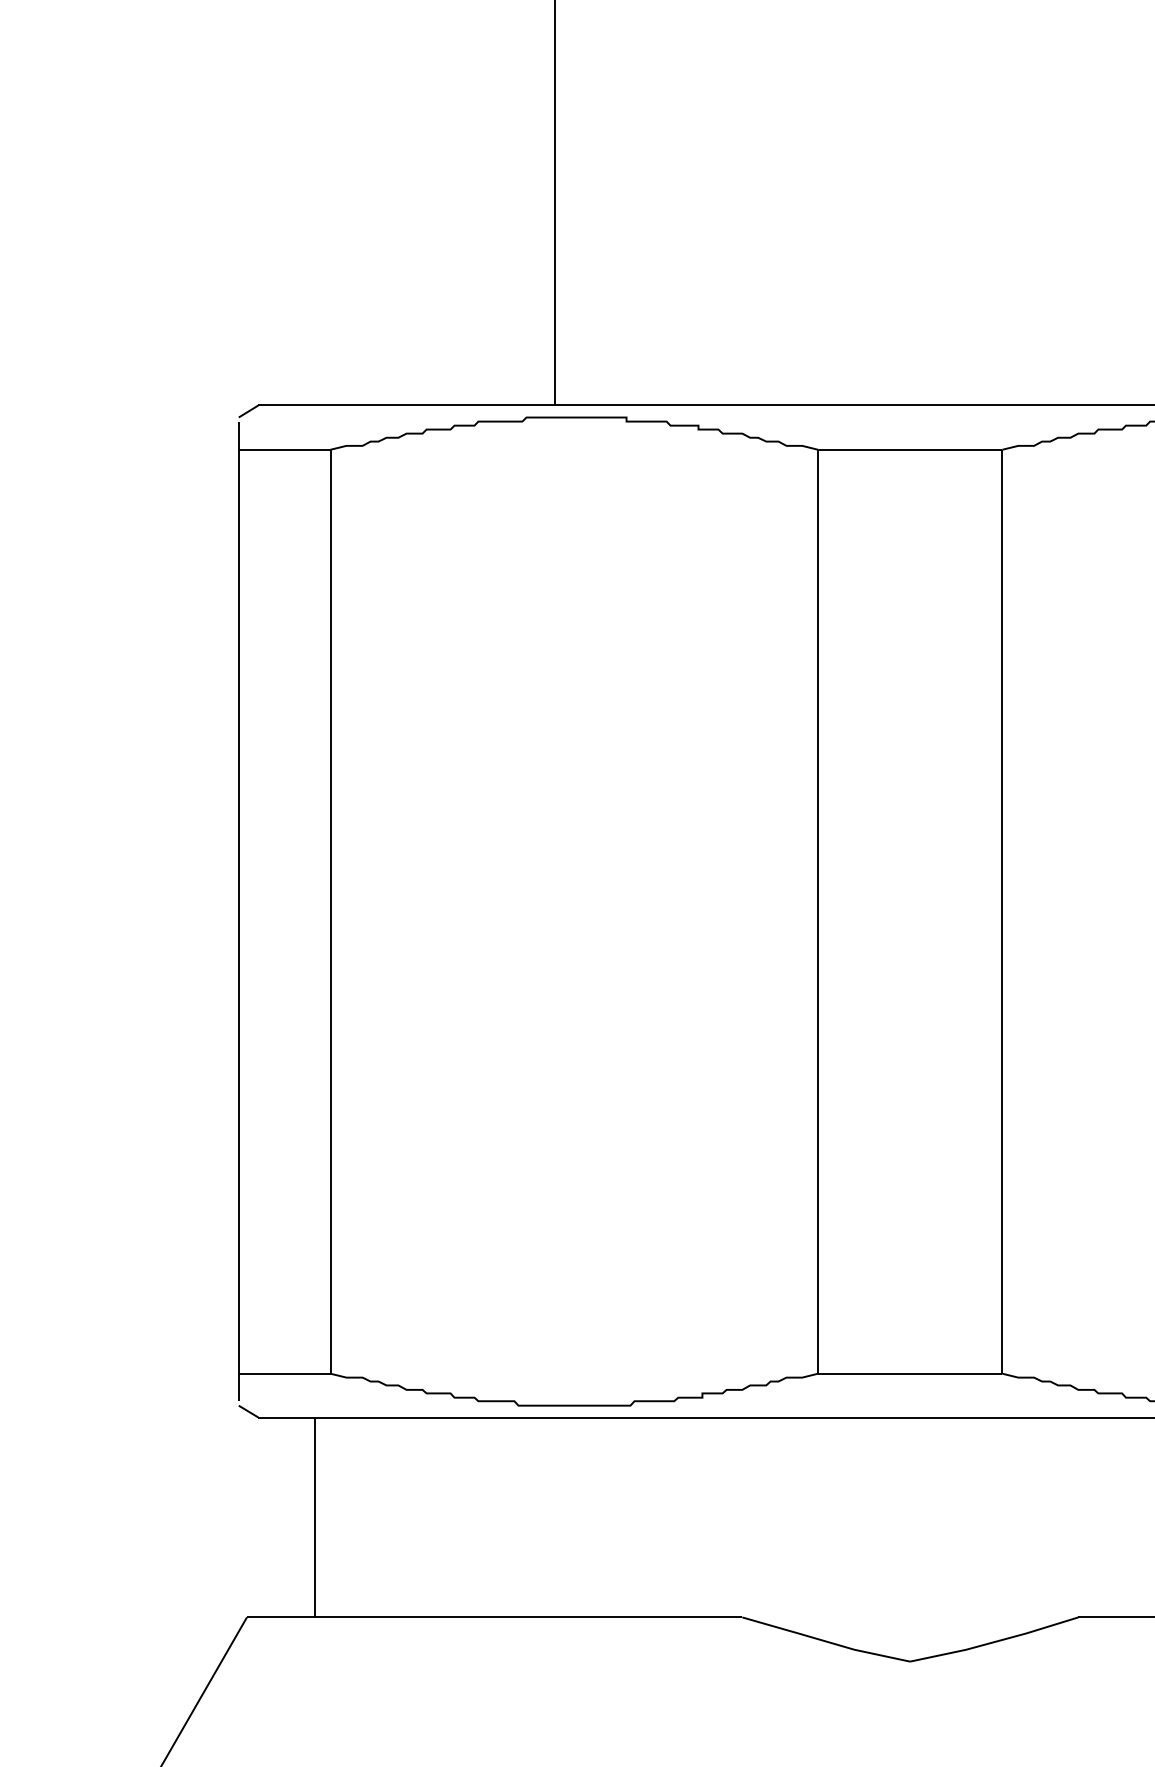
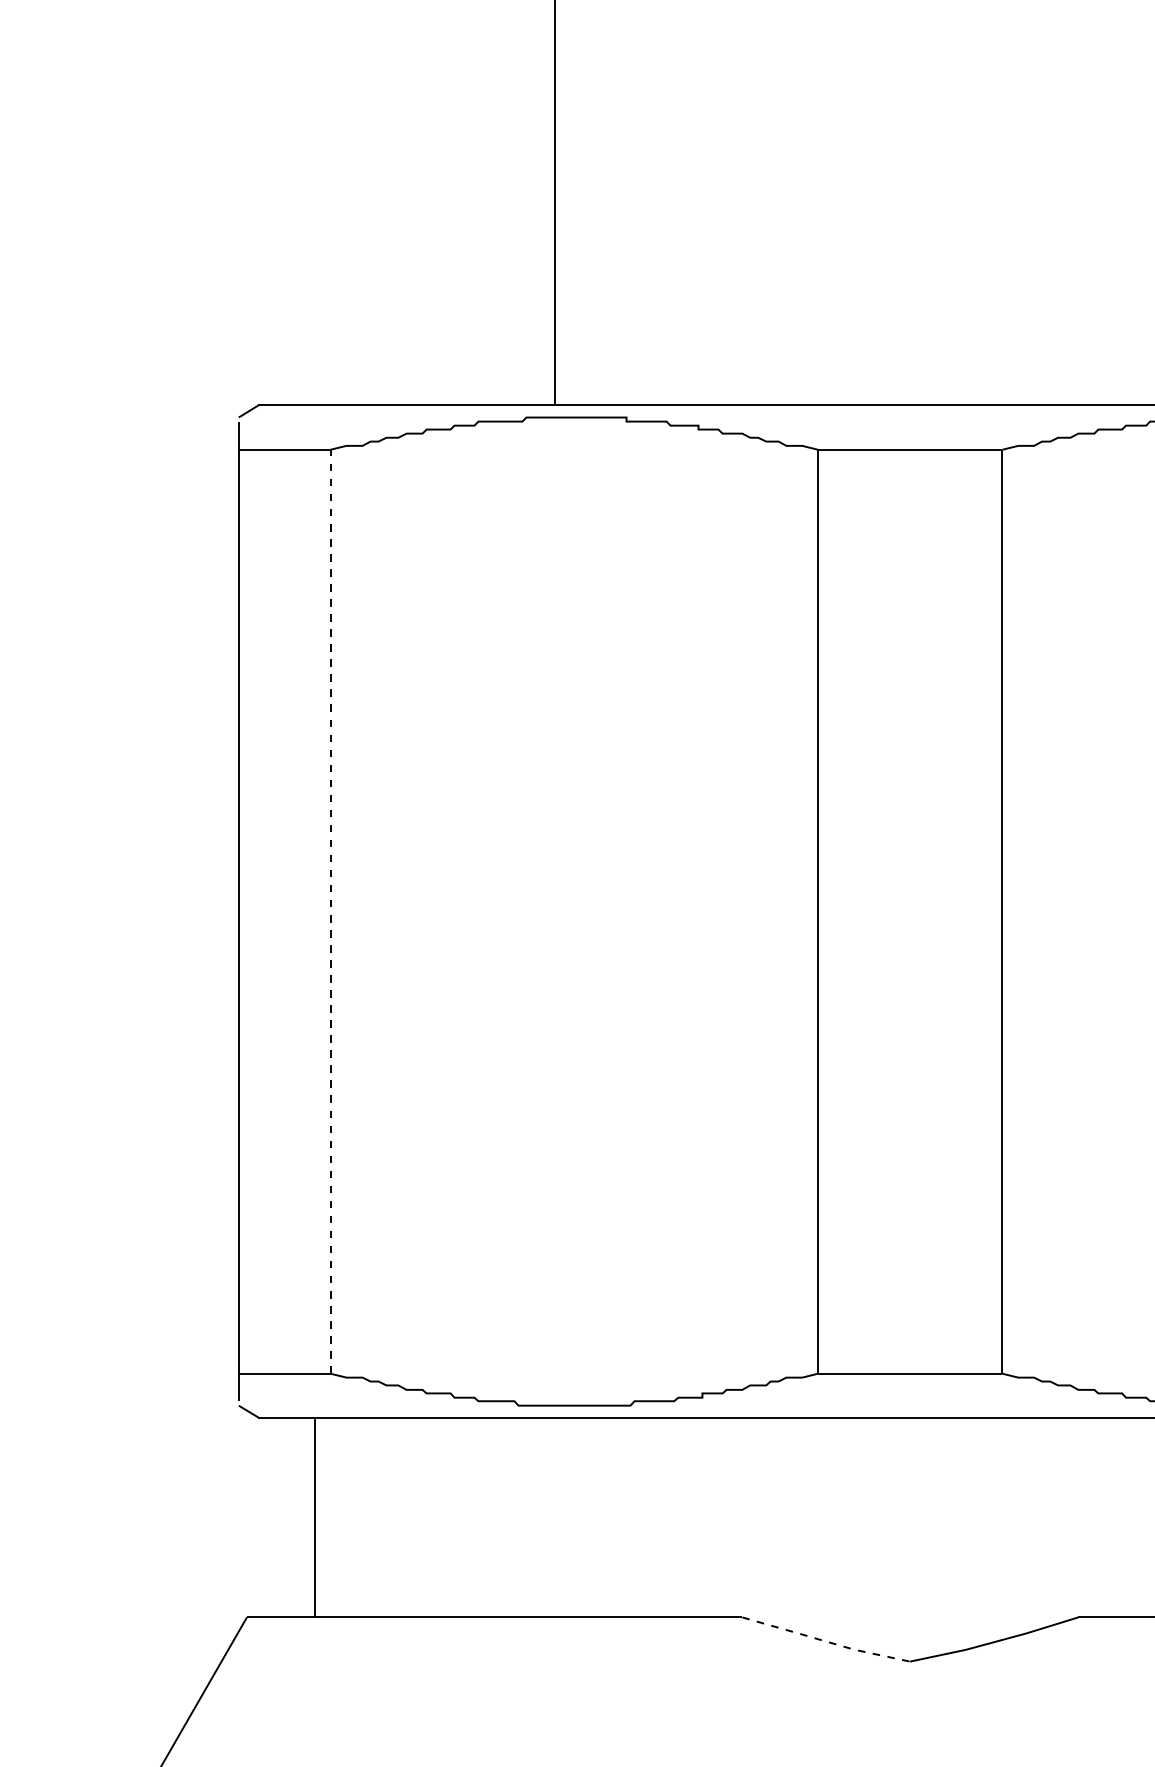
line at (330, 911): solid -> dashed
line at (825, 1641): solid -> dashed
